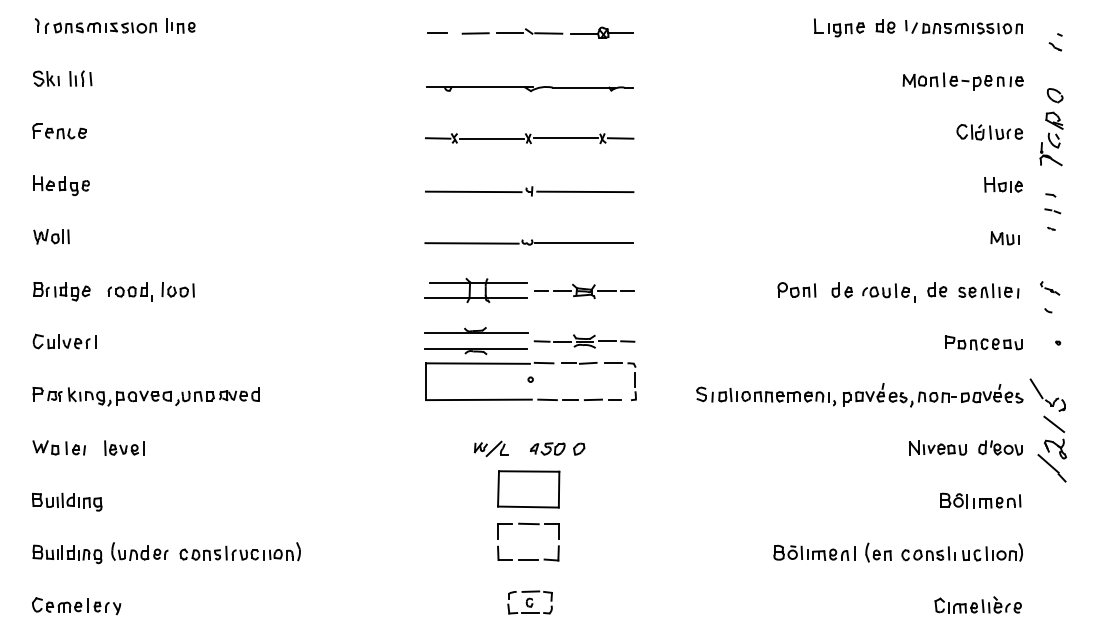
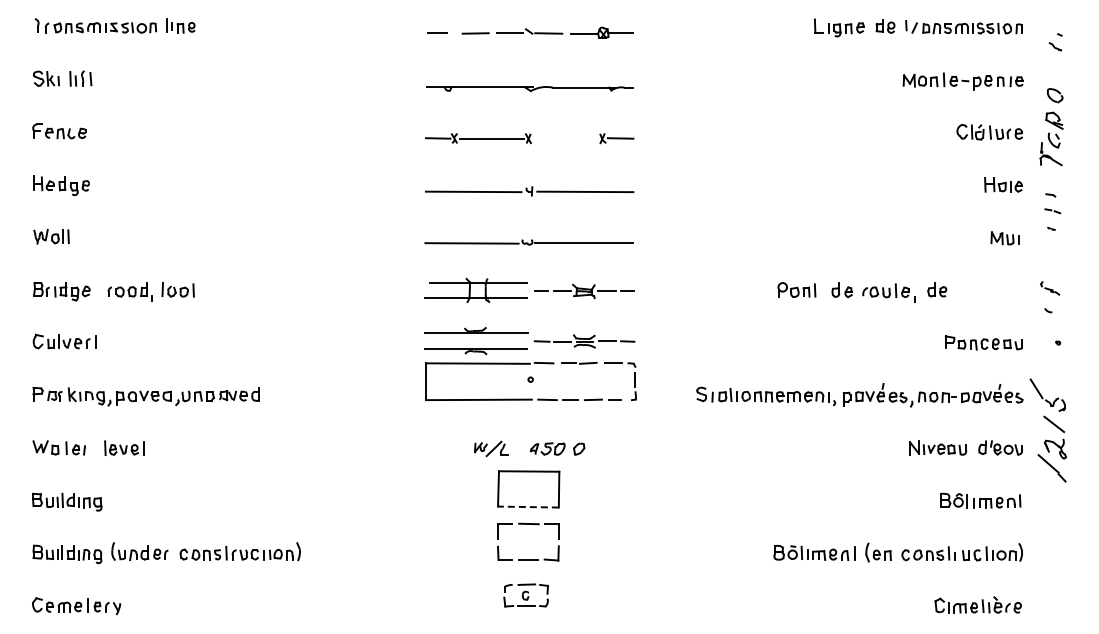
line at (565, 138): present -> none
part at (988, 290): present -> none
line at (527, 507): solid -> dashed
part at (529, 602) position: (529, 602) -> (525, 595)
